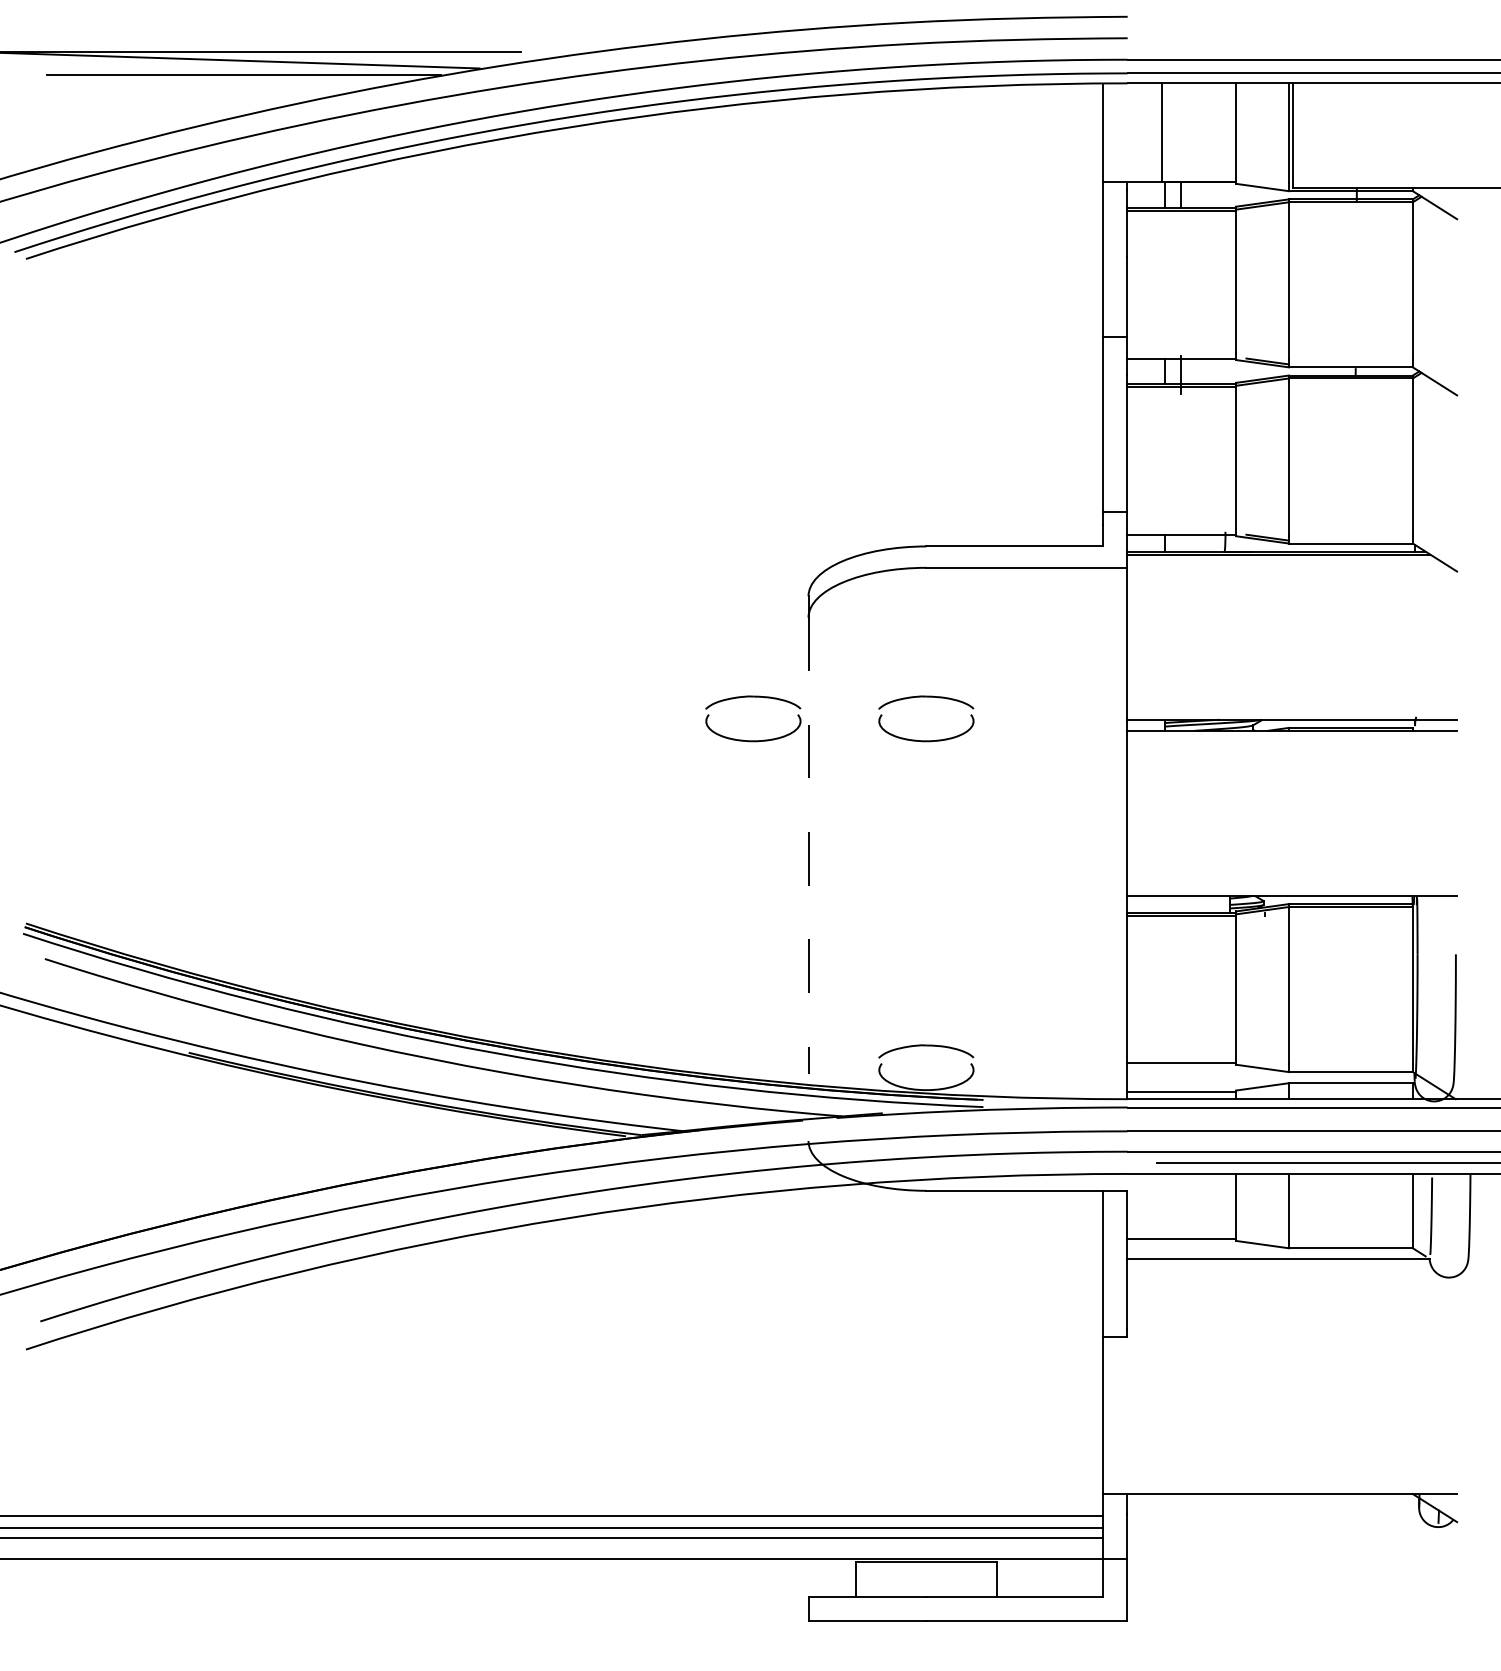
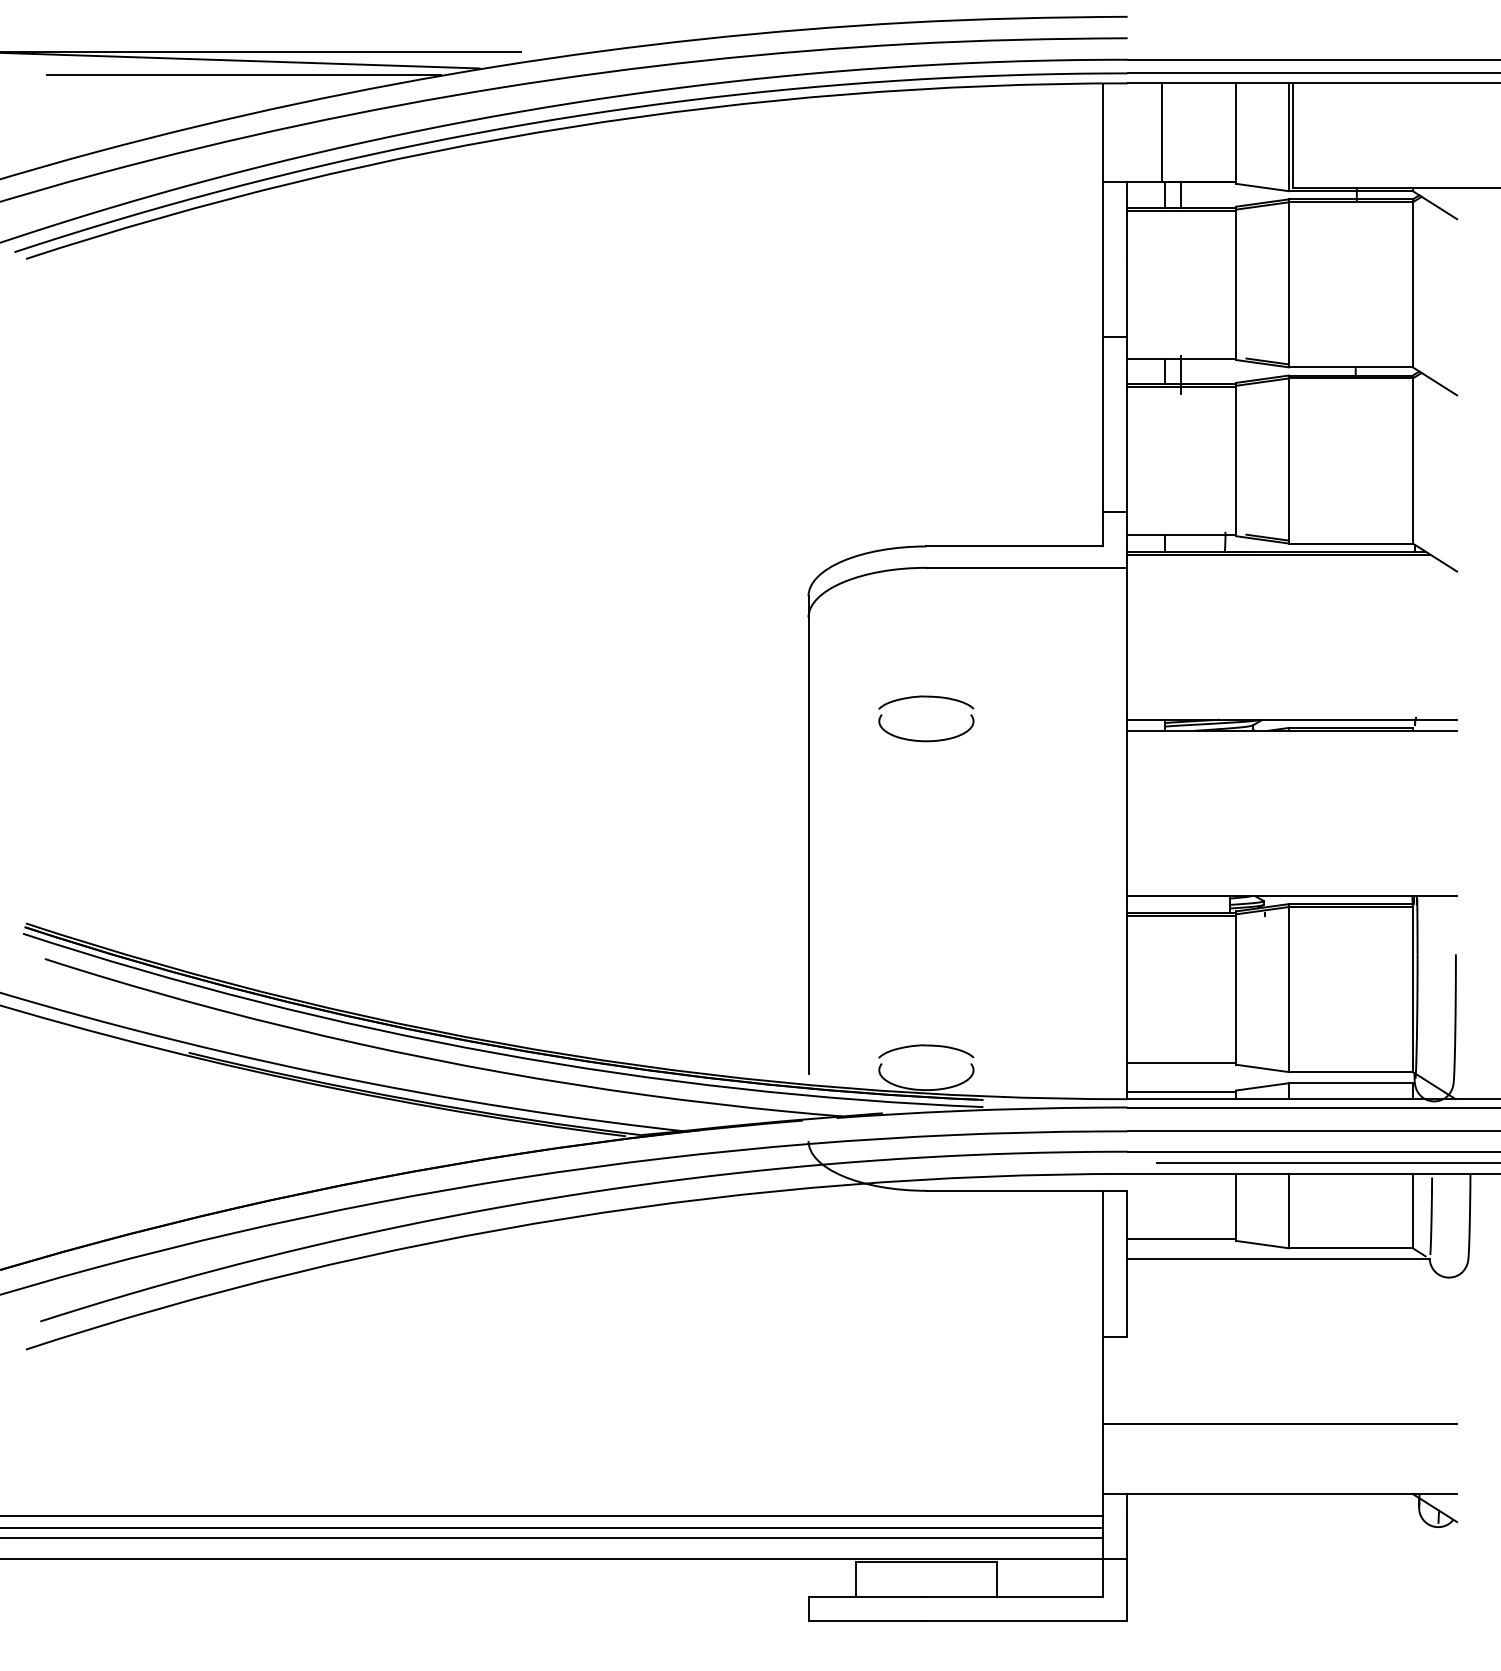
part at (753, 697): present -> none
line at (808, 846): dashed -> solid
line at (1280, 1424): none -> present
